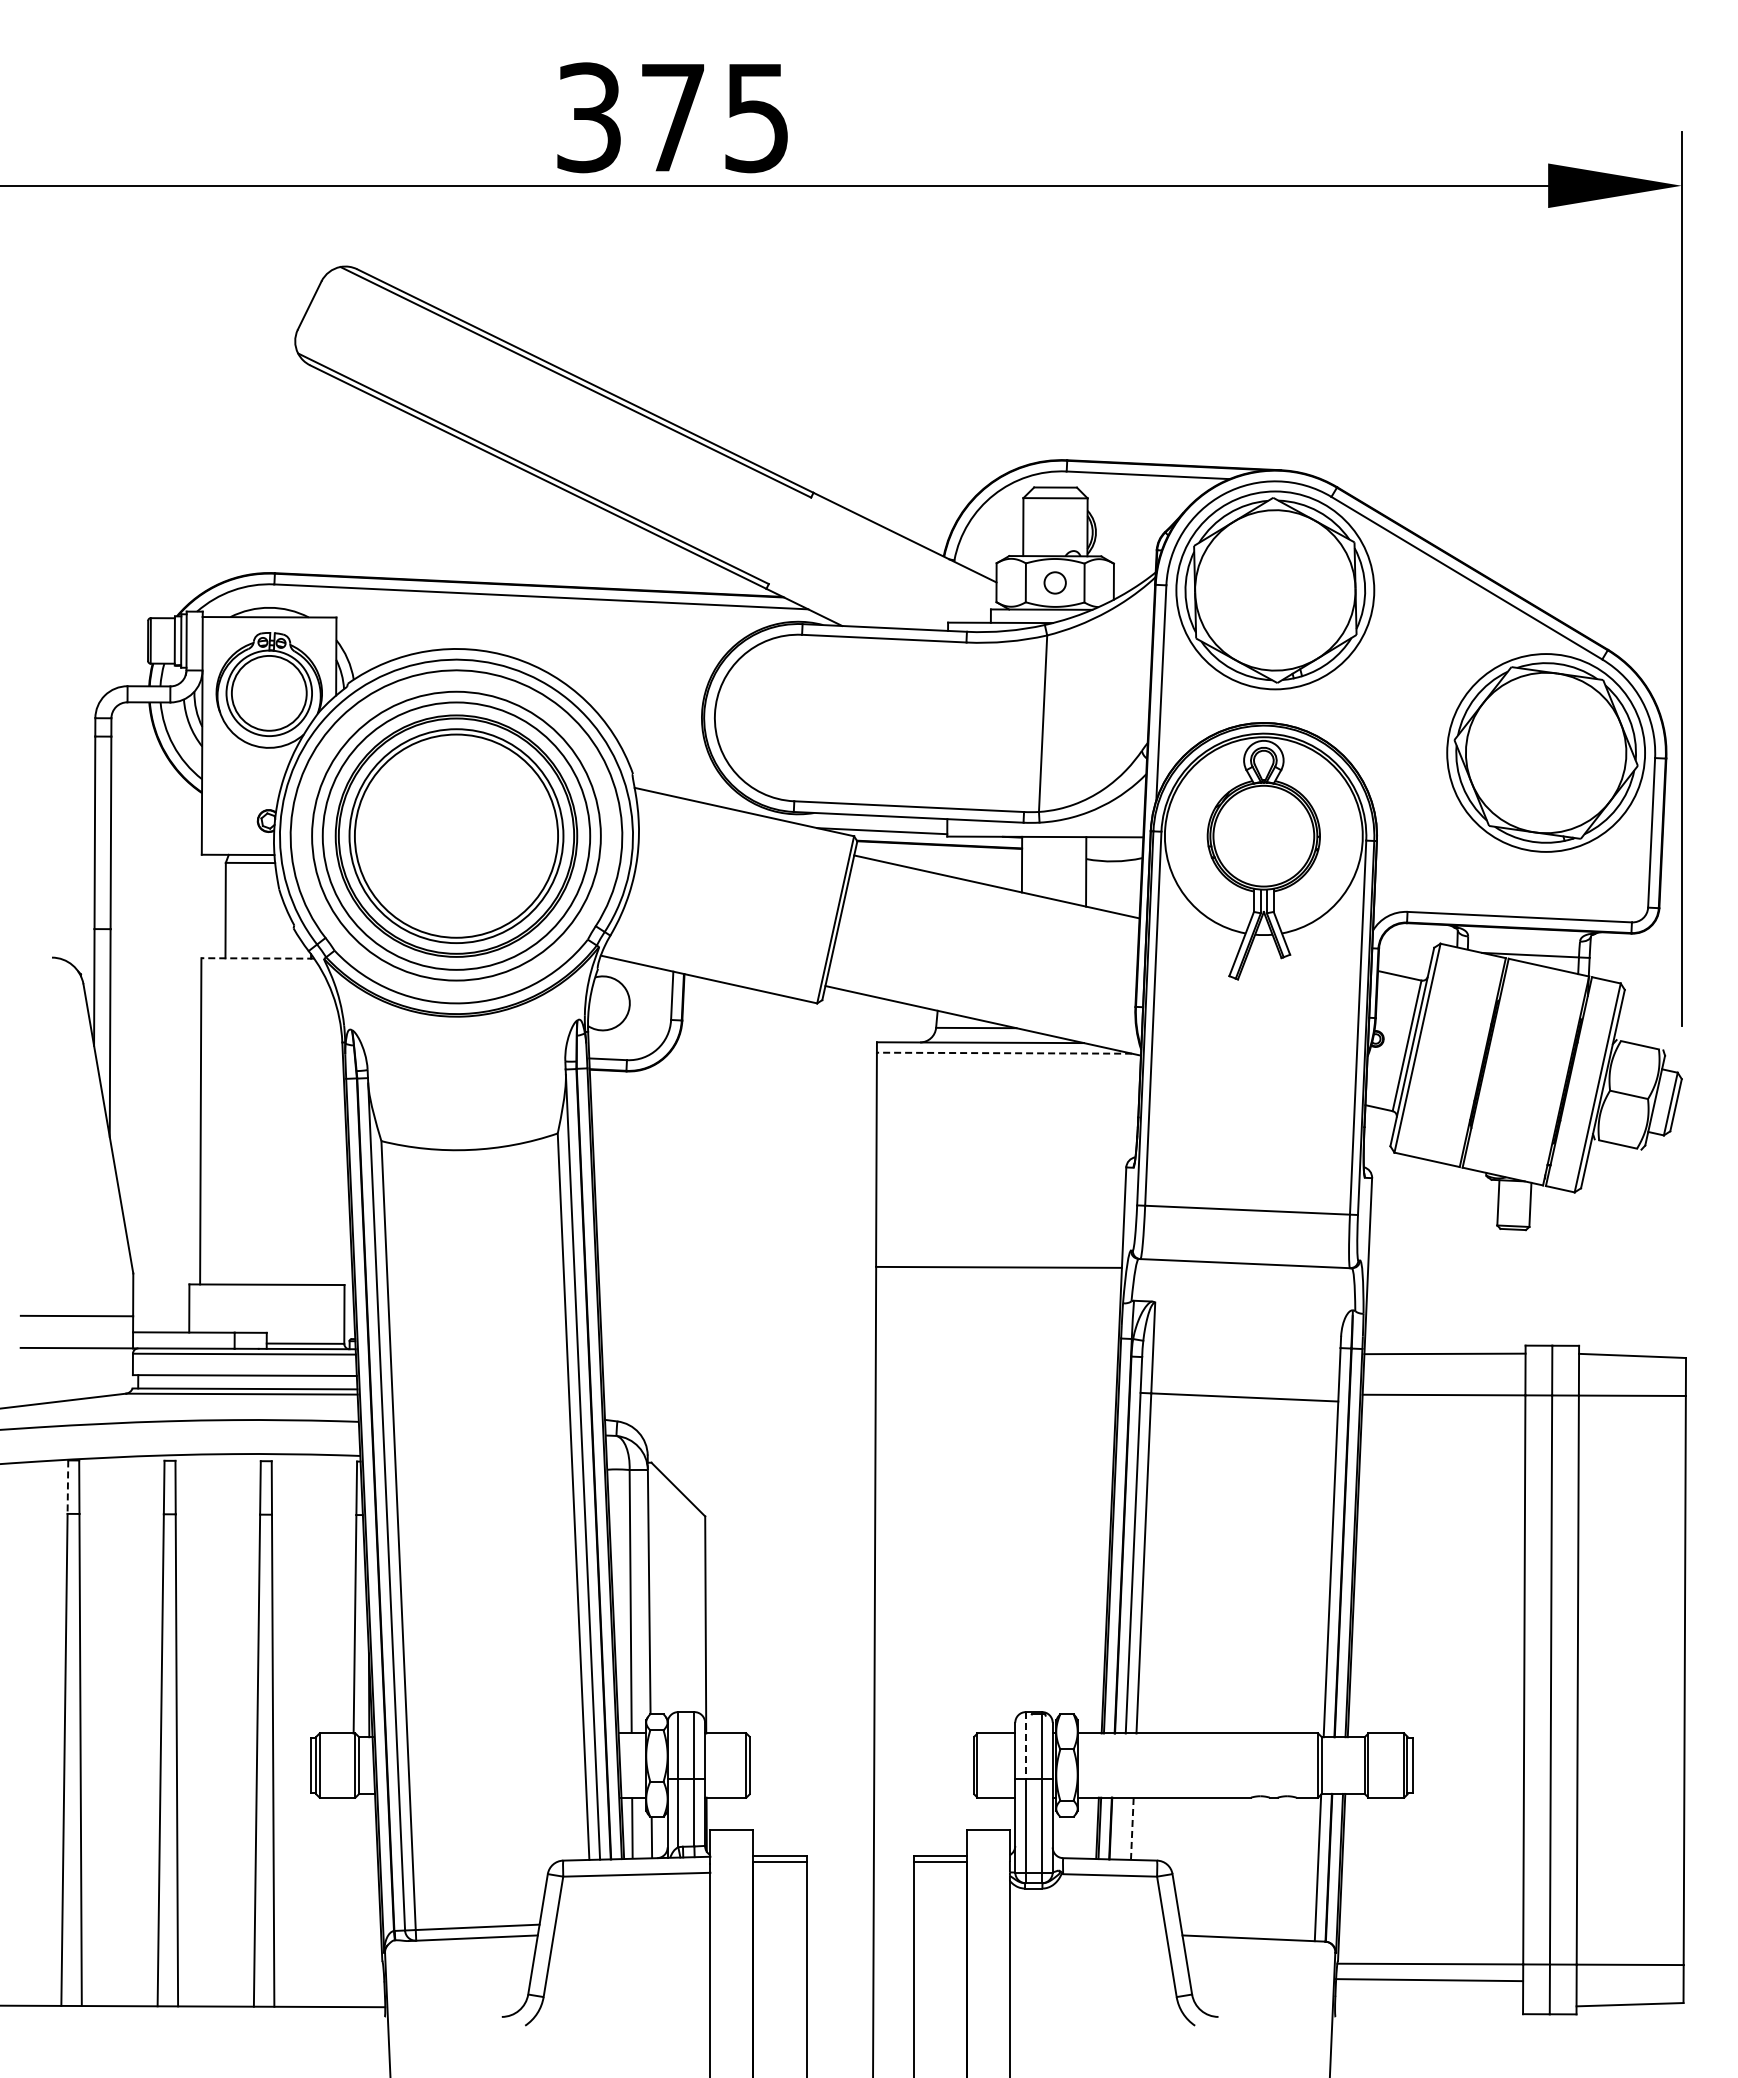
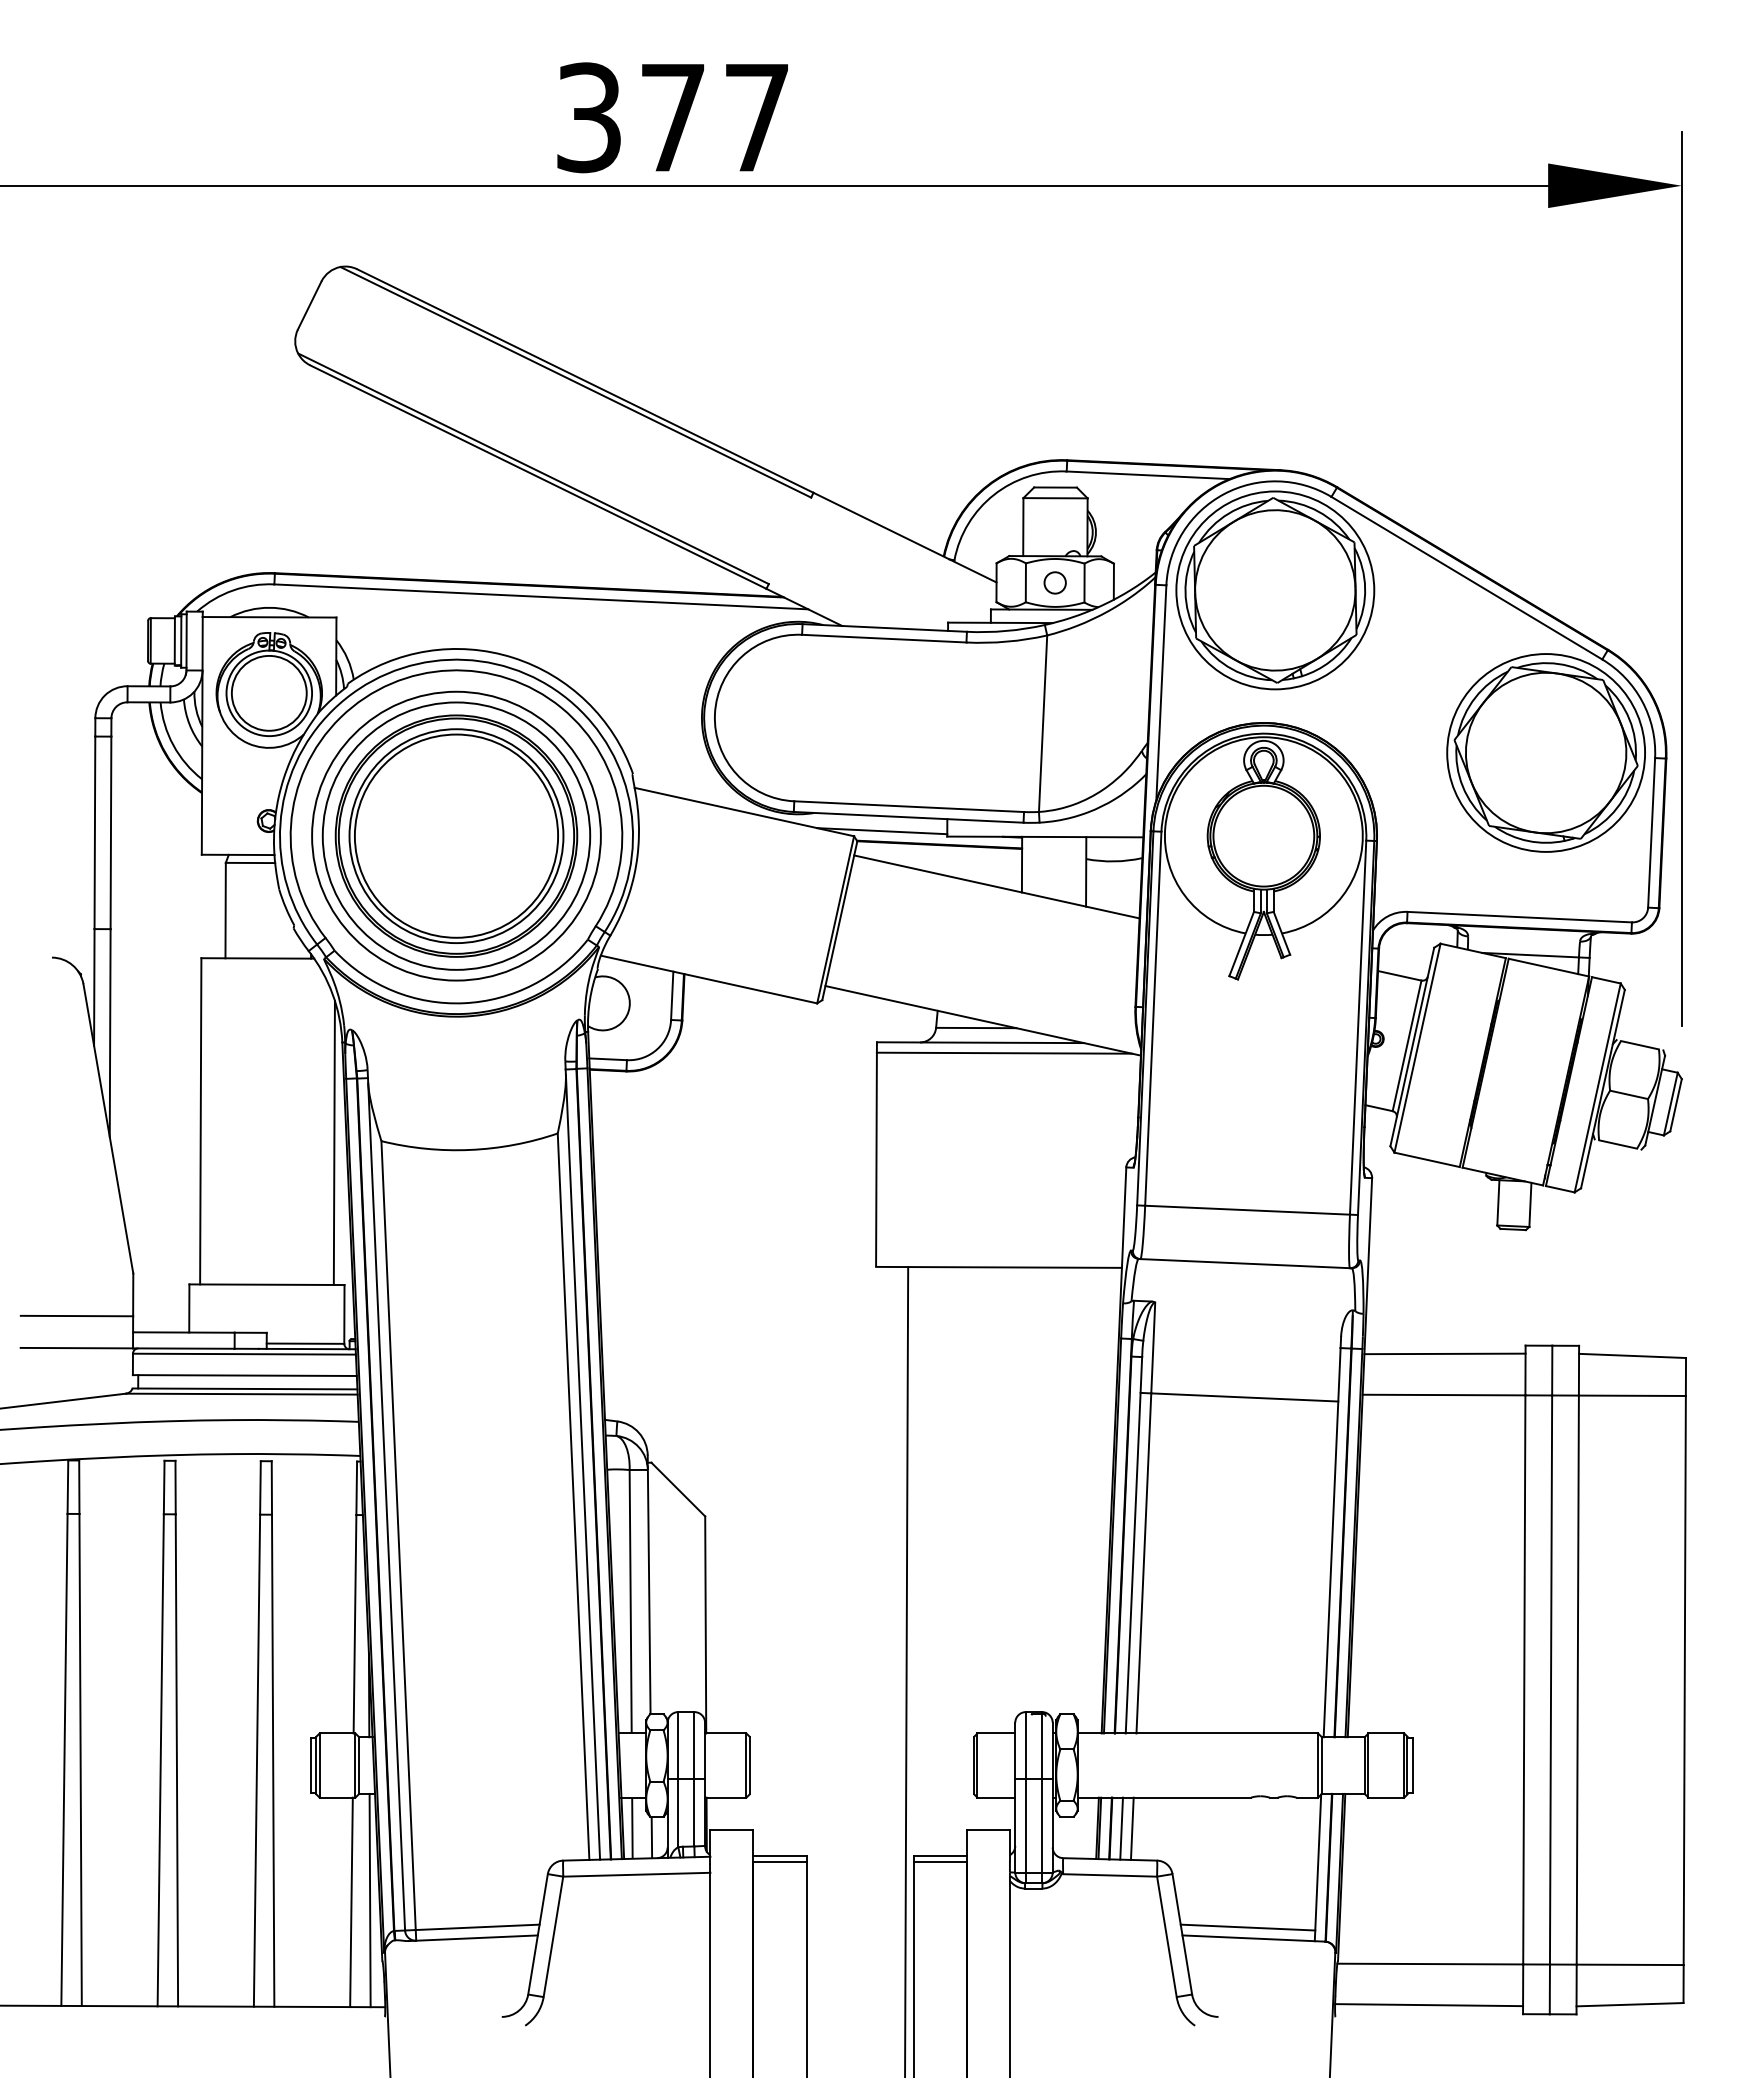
text at (756, 118): 375 -> 377
line at (257, 958): dashed -> solid
line at (1004, 1053): dashed -> solid
line at (333, 1142): none -> present
line at (67, 1487): dashed -> solid
line at (874, 1670) position: (874, 1670) -> (906, 1670)
line at (1025, 1746): dashed -> solid
line at (1121, 1828): none -> present
line at (1132, 1828): dashed -> solid
line at (369, 1900): none -> present
line at (351, 1902): none -> present
line at (1247, 1927): none -> present
line at (1429, 1980) position: (1429, 1980) -> (1429, 2005)
